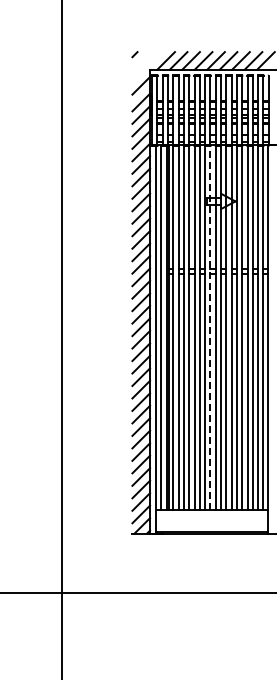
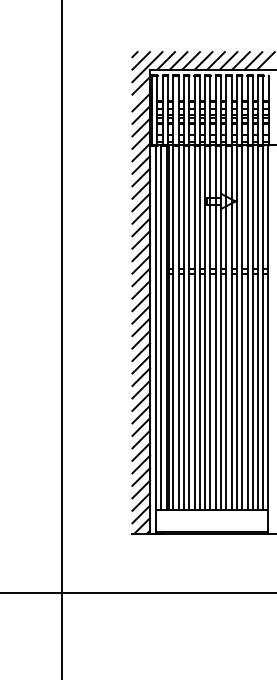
line at (141, 60): none -> present
line at (147, 67): none -> present
line at (210, 327): dashed -> solid
